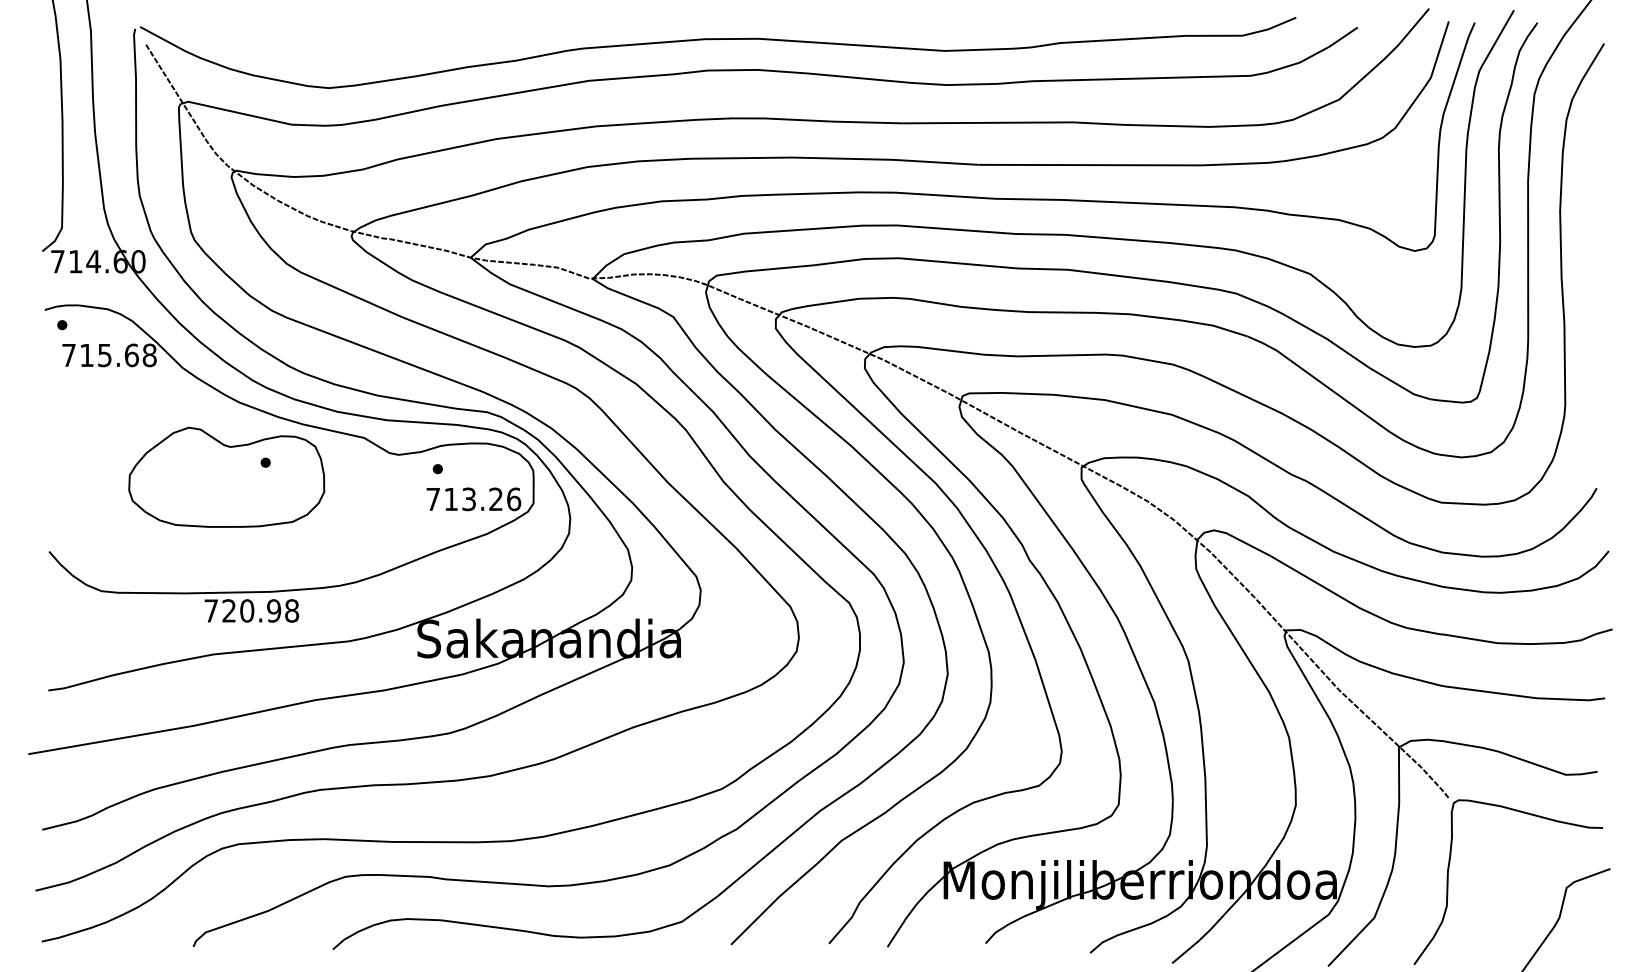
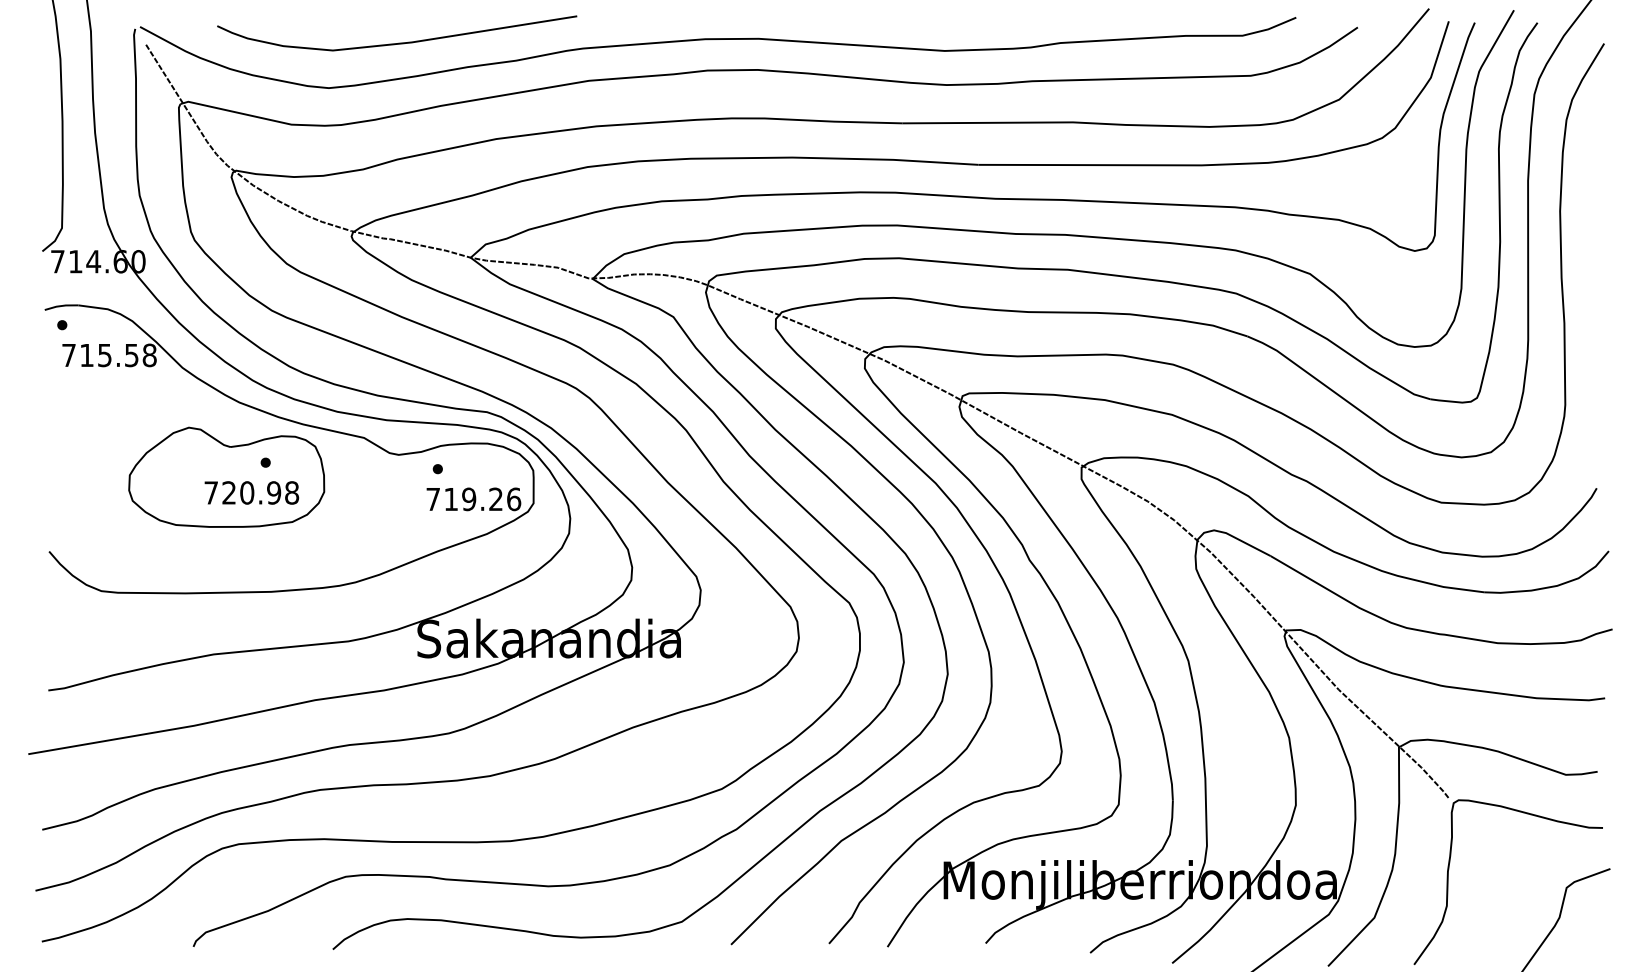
curve at (398, 42): none -> present
text at (131, 355): 715.68 -> 715.58
text at (469, 499): 713.26 -> 719.26
text at (251, 610) position: (251, 610) -> (251, 492)
